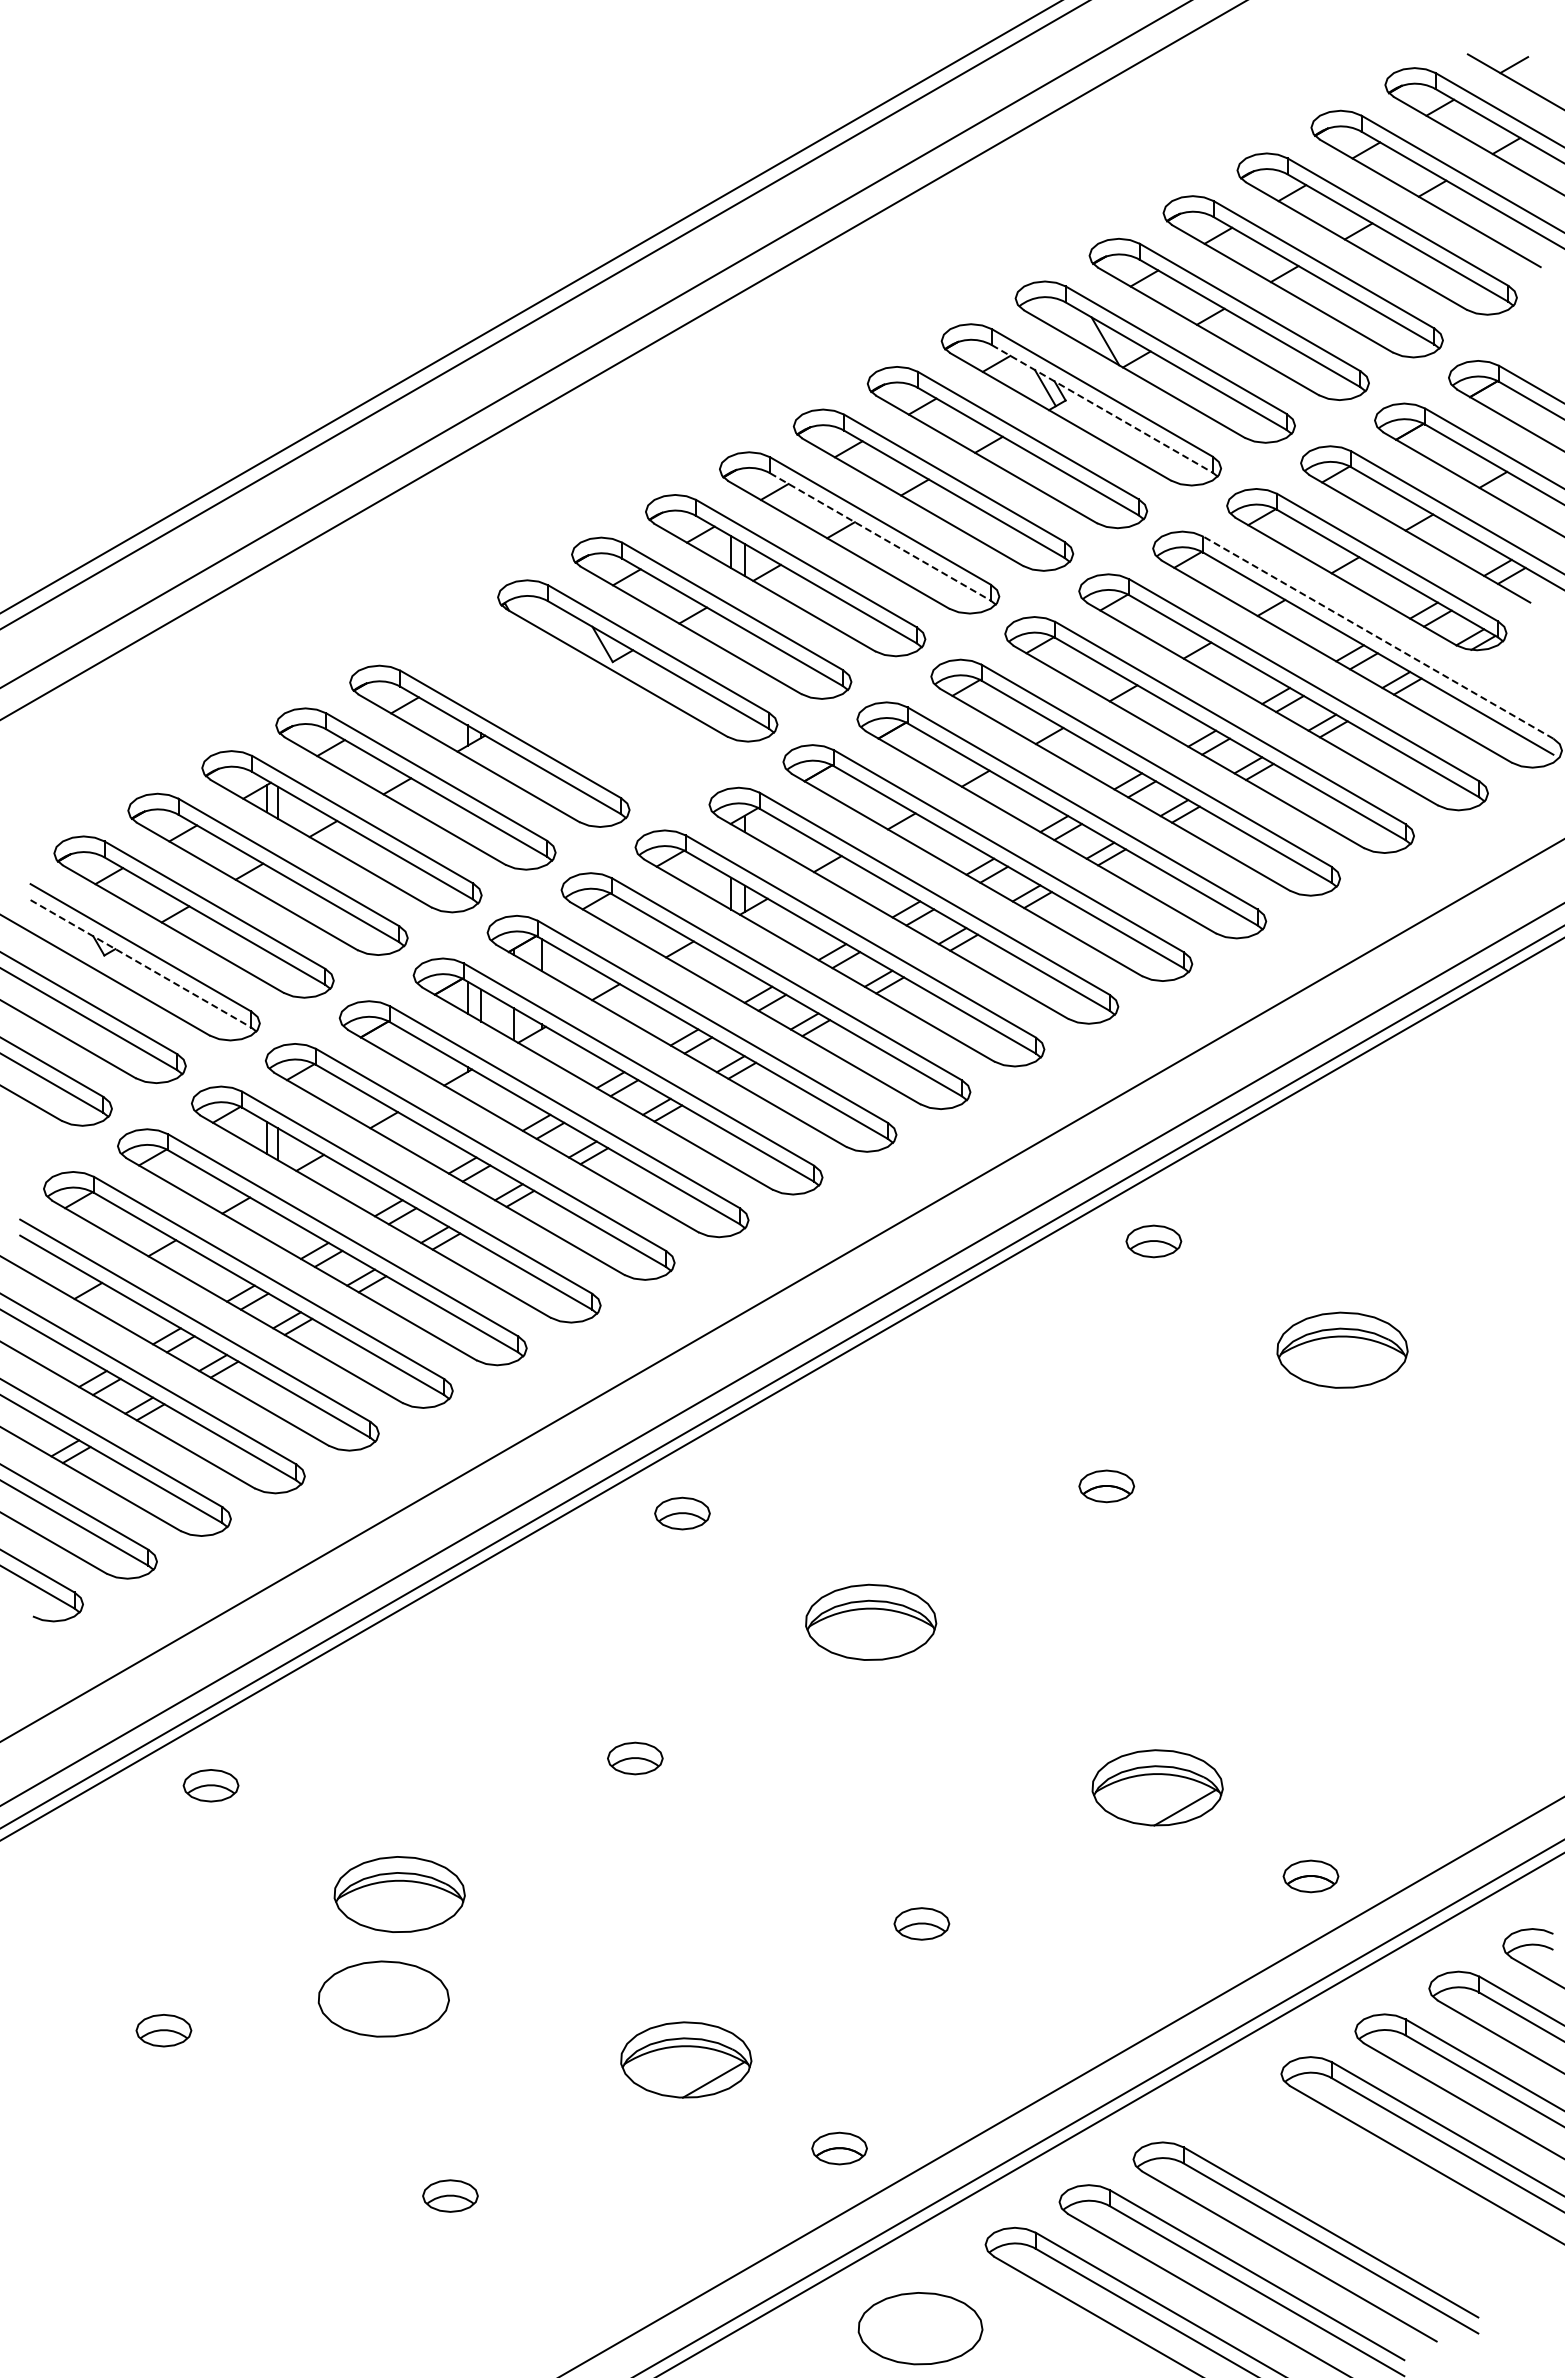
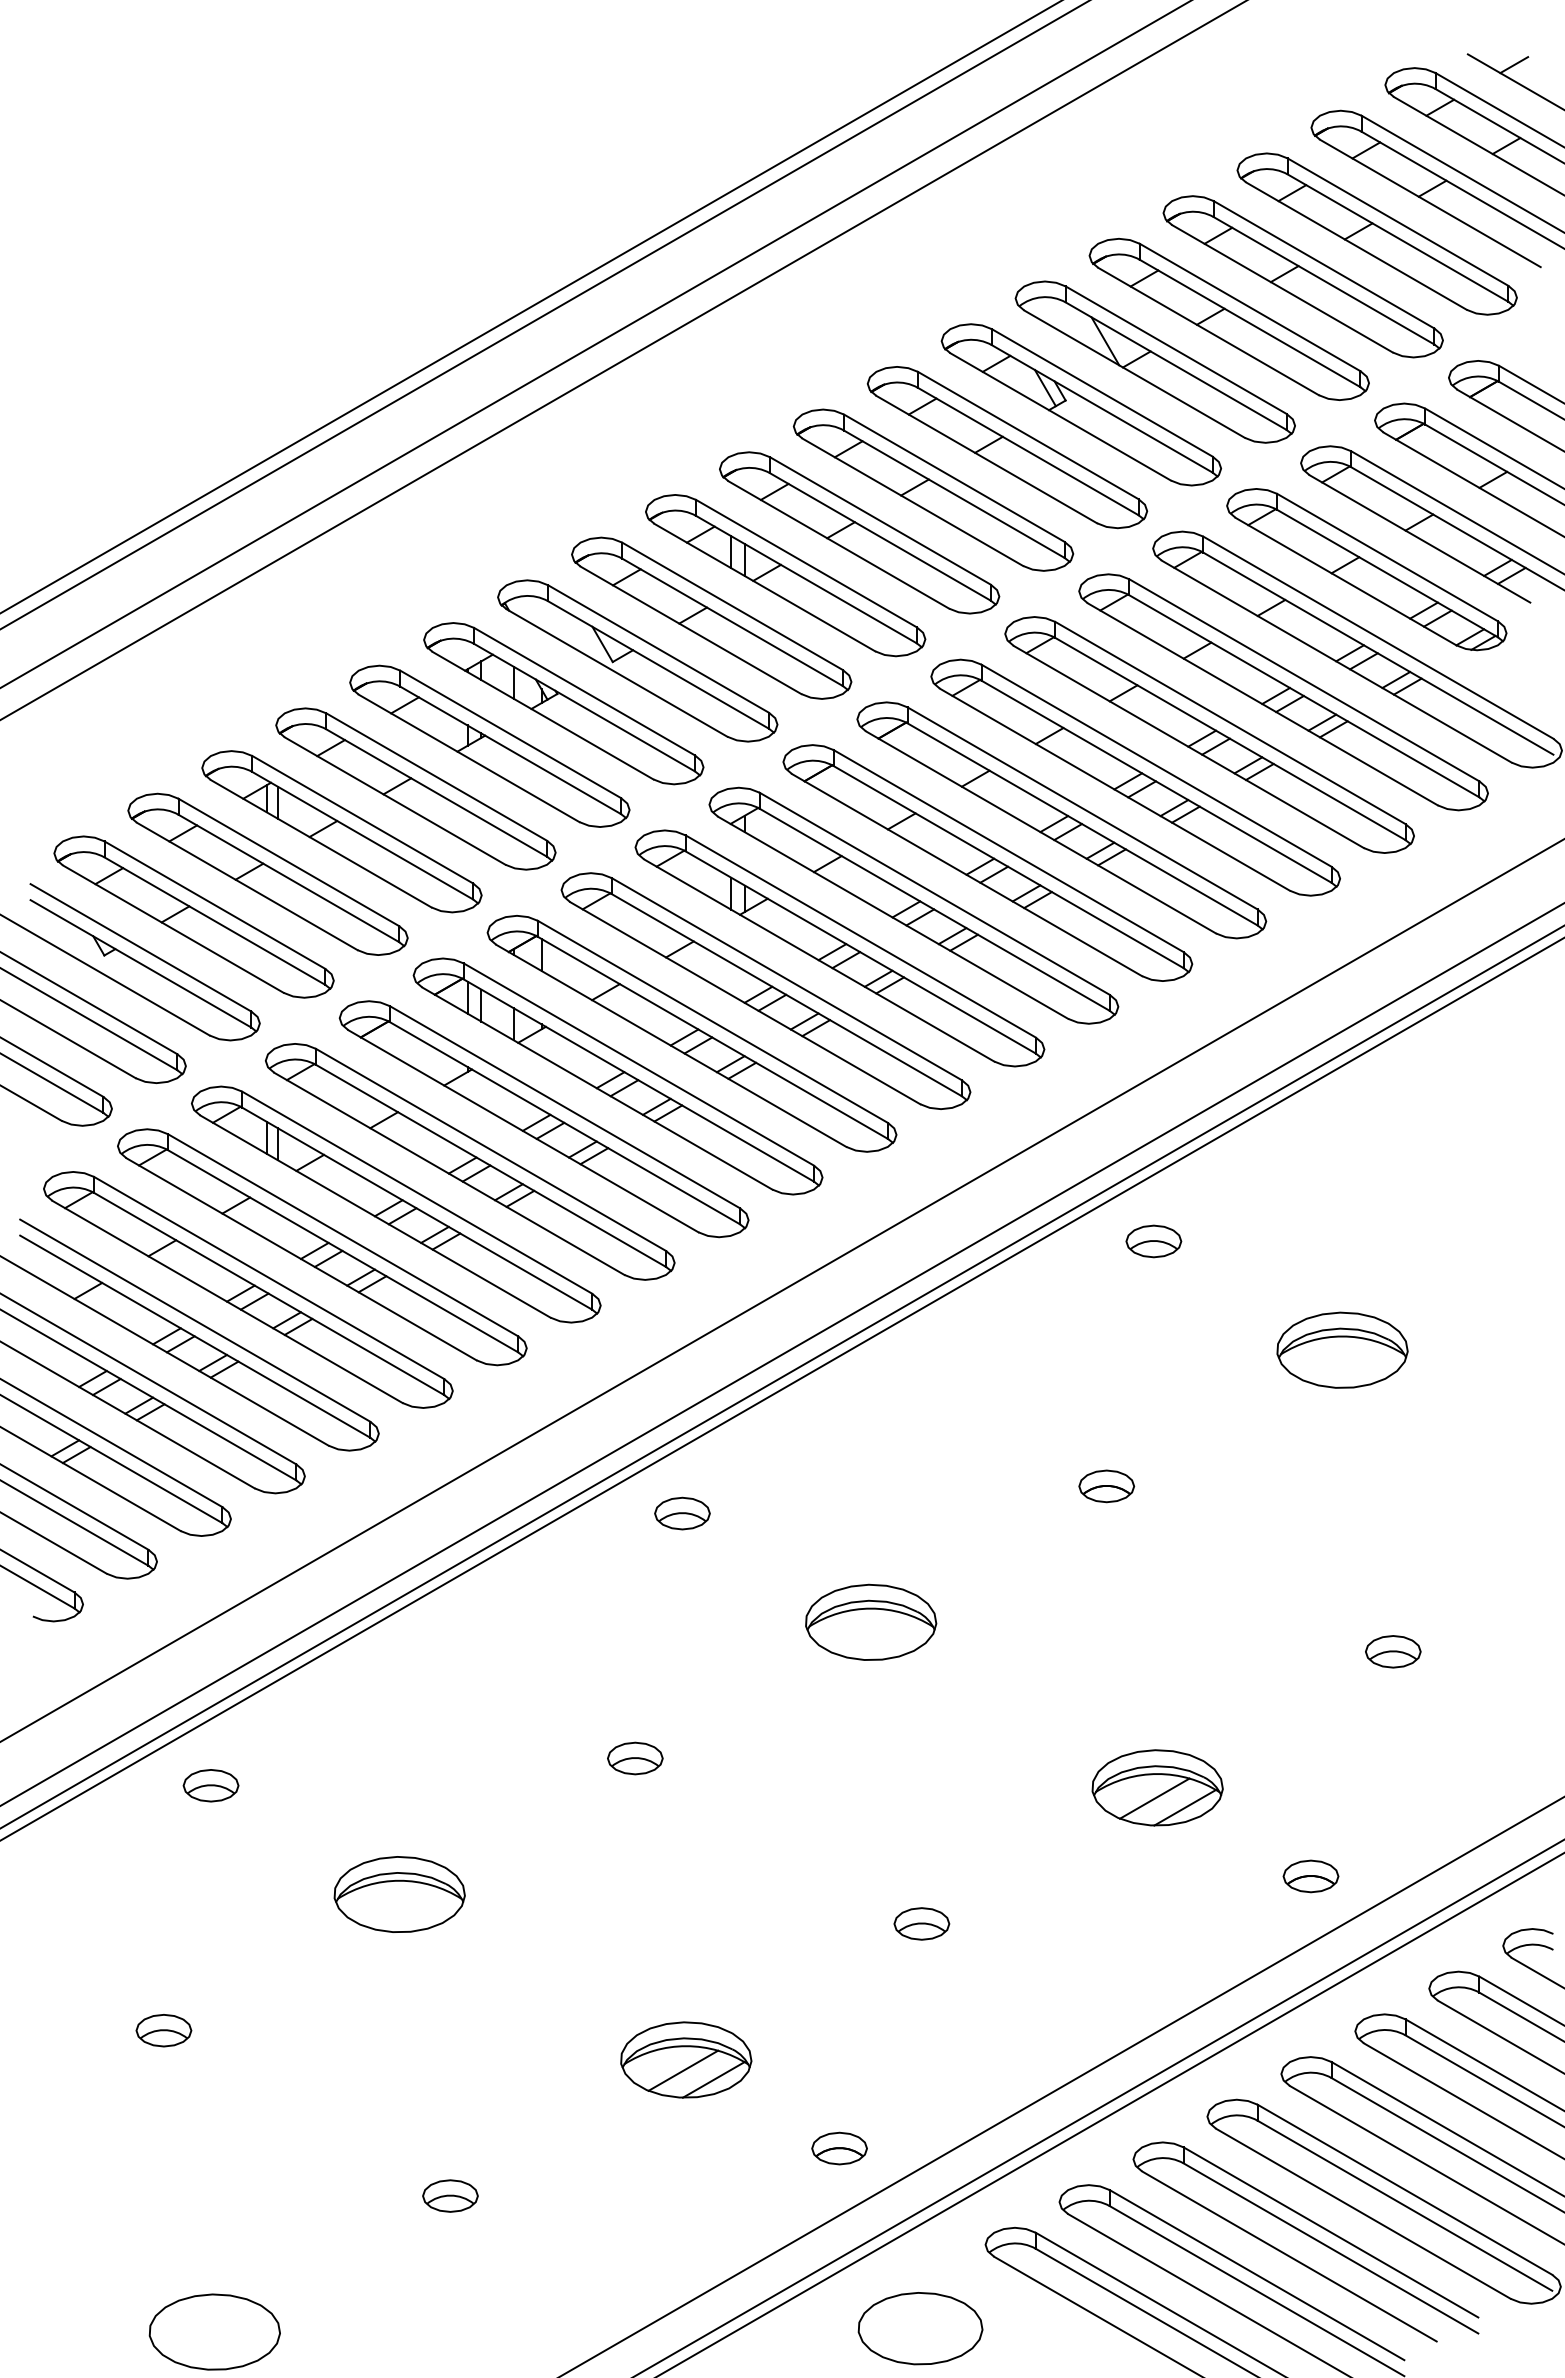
line at (1102, 409): dashed -> solid
line at (880, 537): dashed -> solid
line at (1377, 637): dashed -> solid
part at (563, 703): none -> present
line at (141, 964): dashed -> solid
part at (1393, 1651): none -> present
line at (1154, 1798): none -> present
part at (383, 1998) position: (383, 1998) -> (214, 2331)
line at (683, 2070): none -> present
part at (1383, 2201): none -> present
